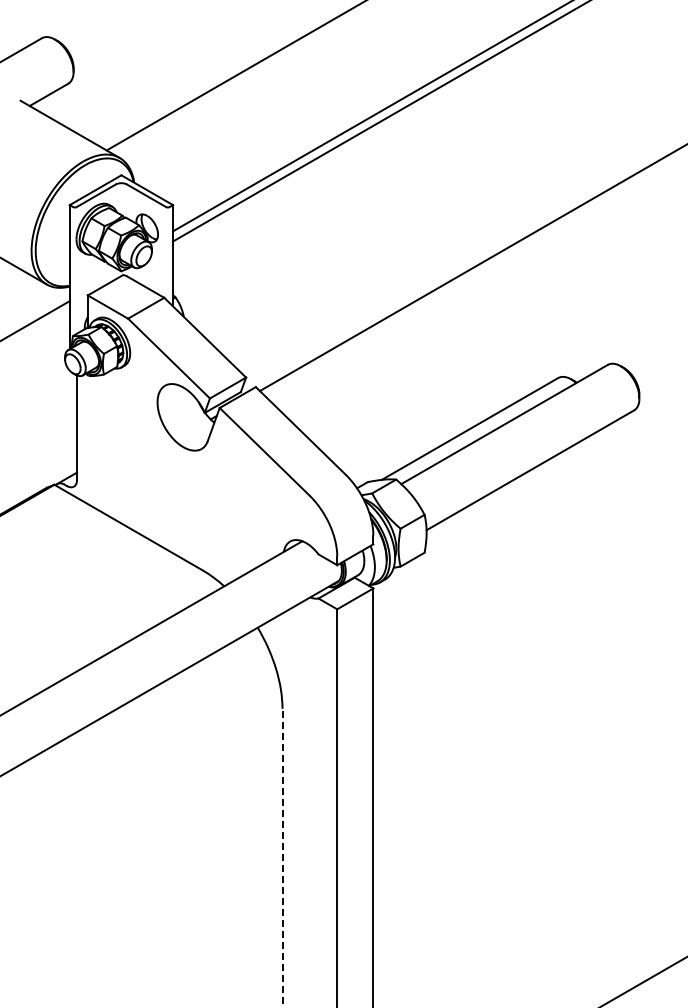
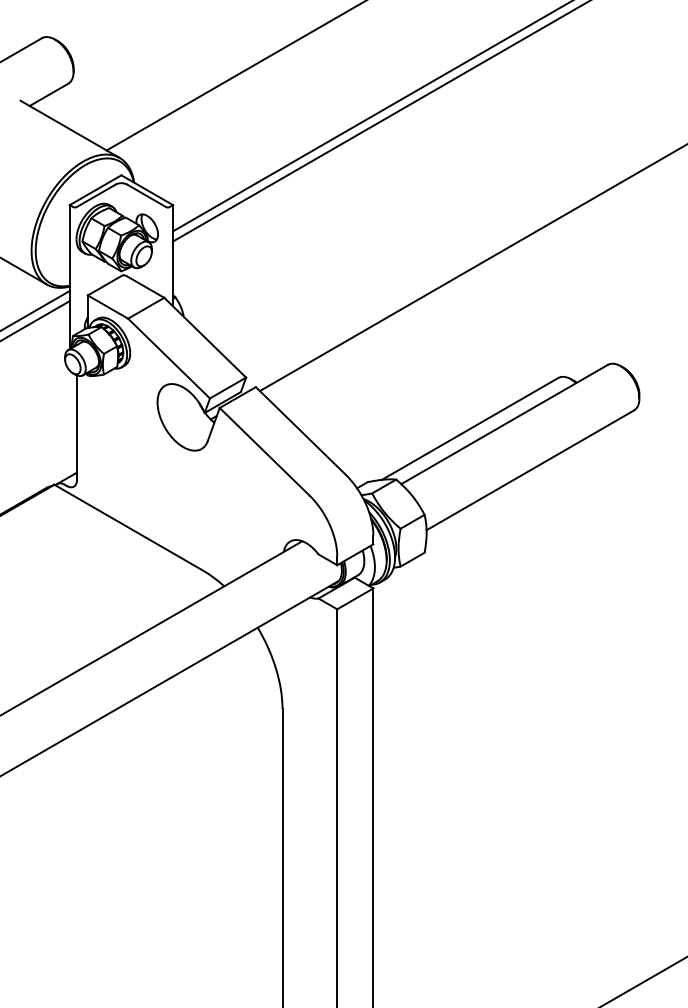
line at (35, 309): none -> present
line at (282, 857): dashed -> solid
